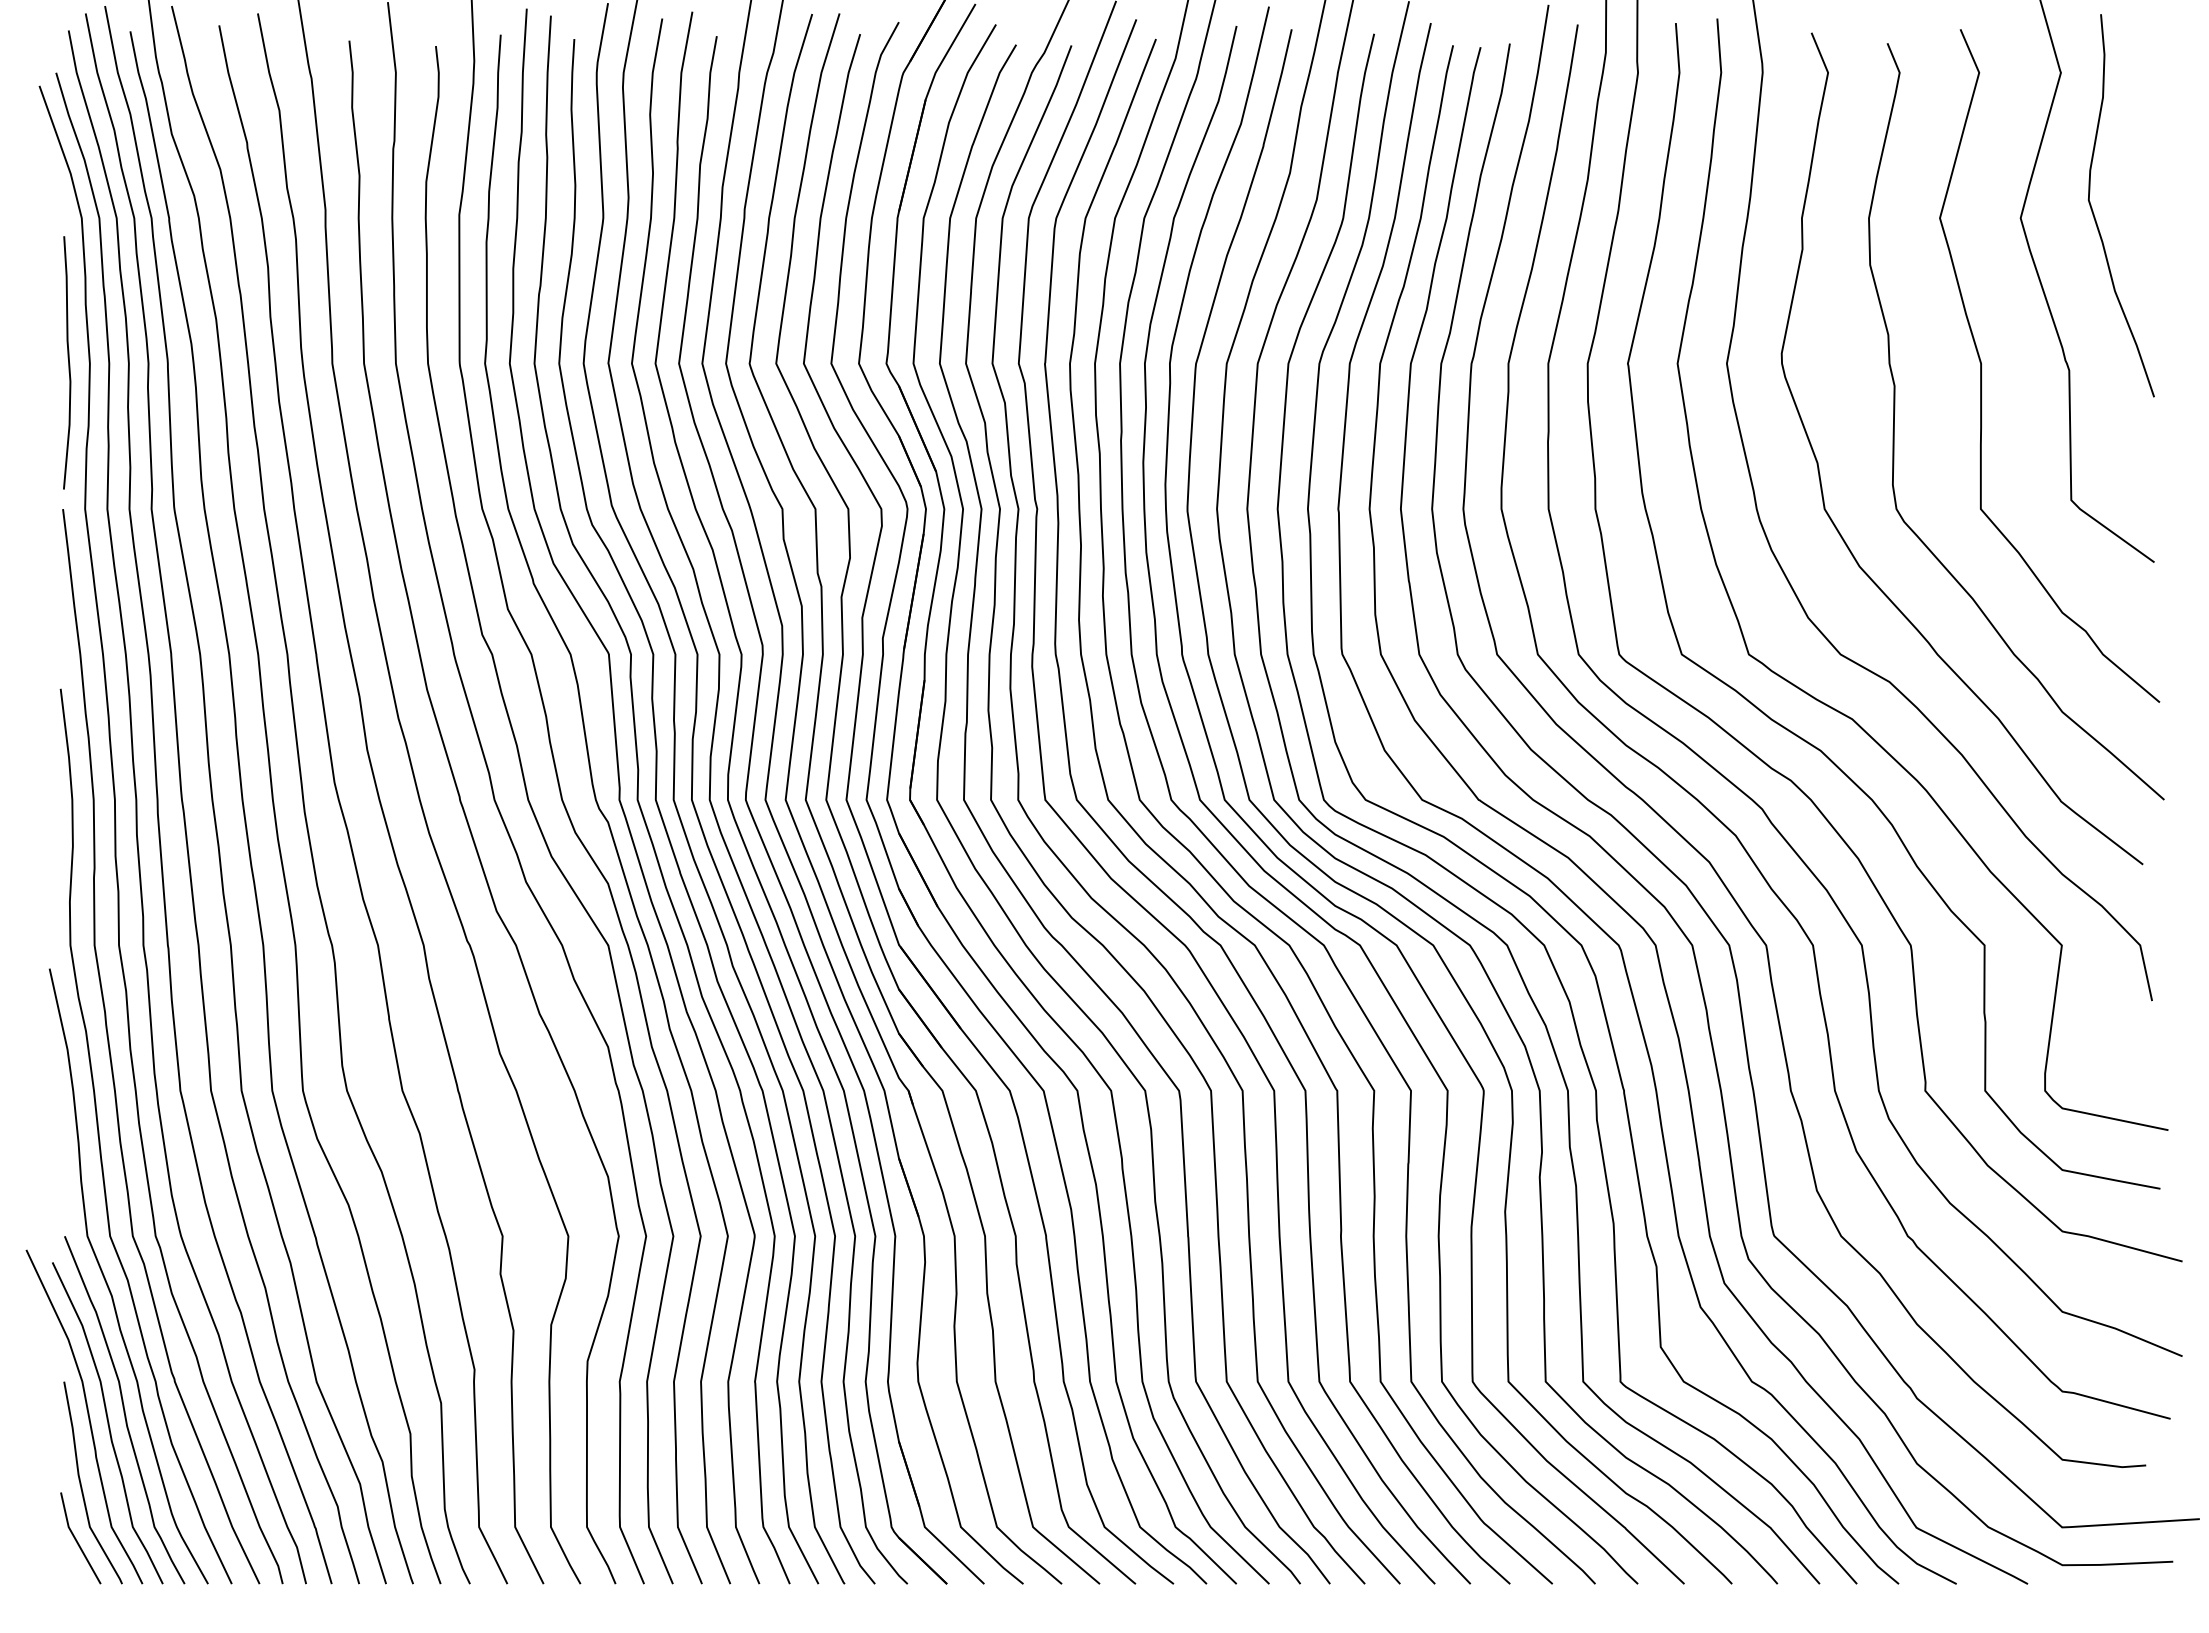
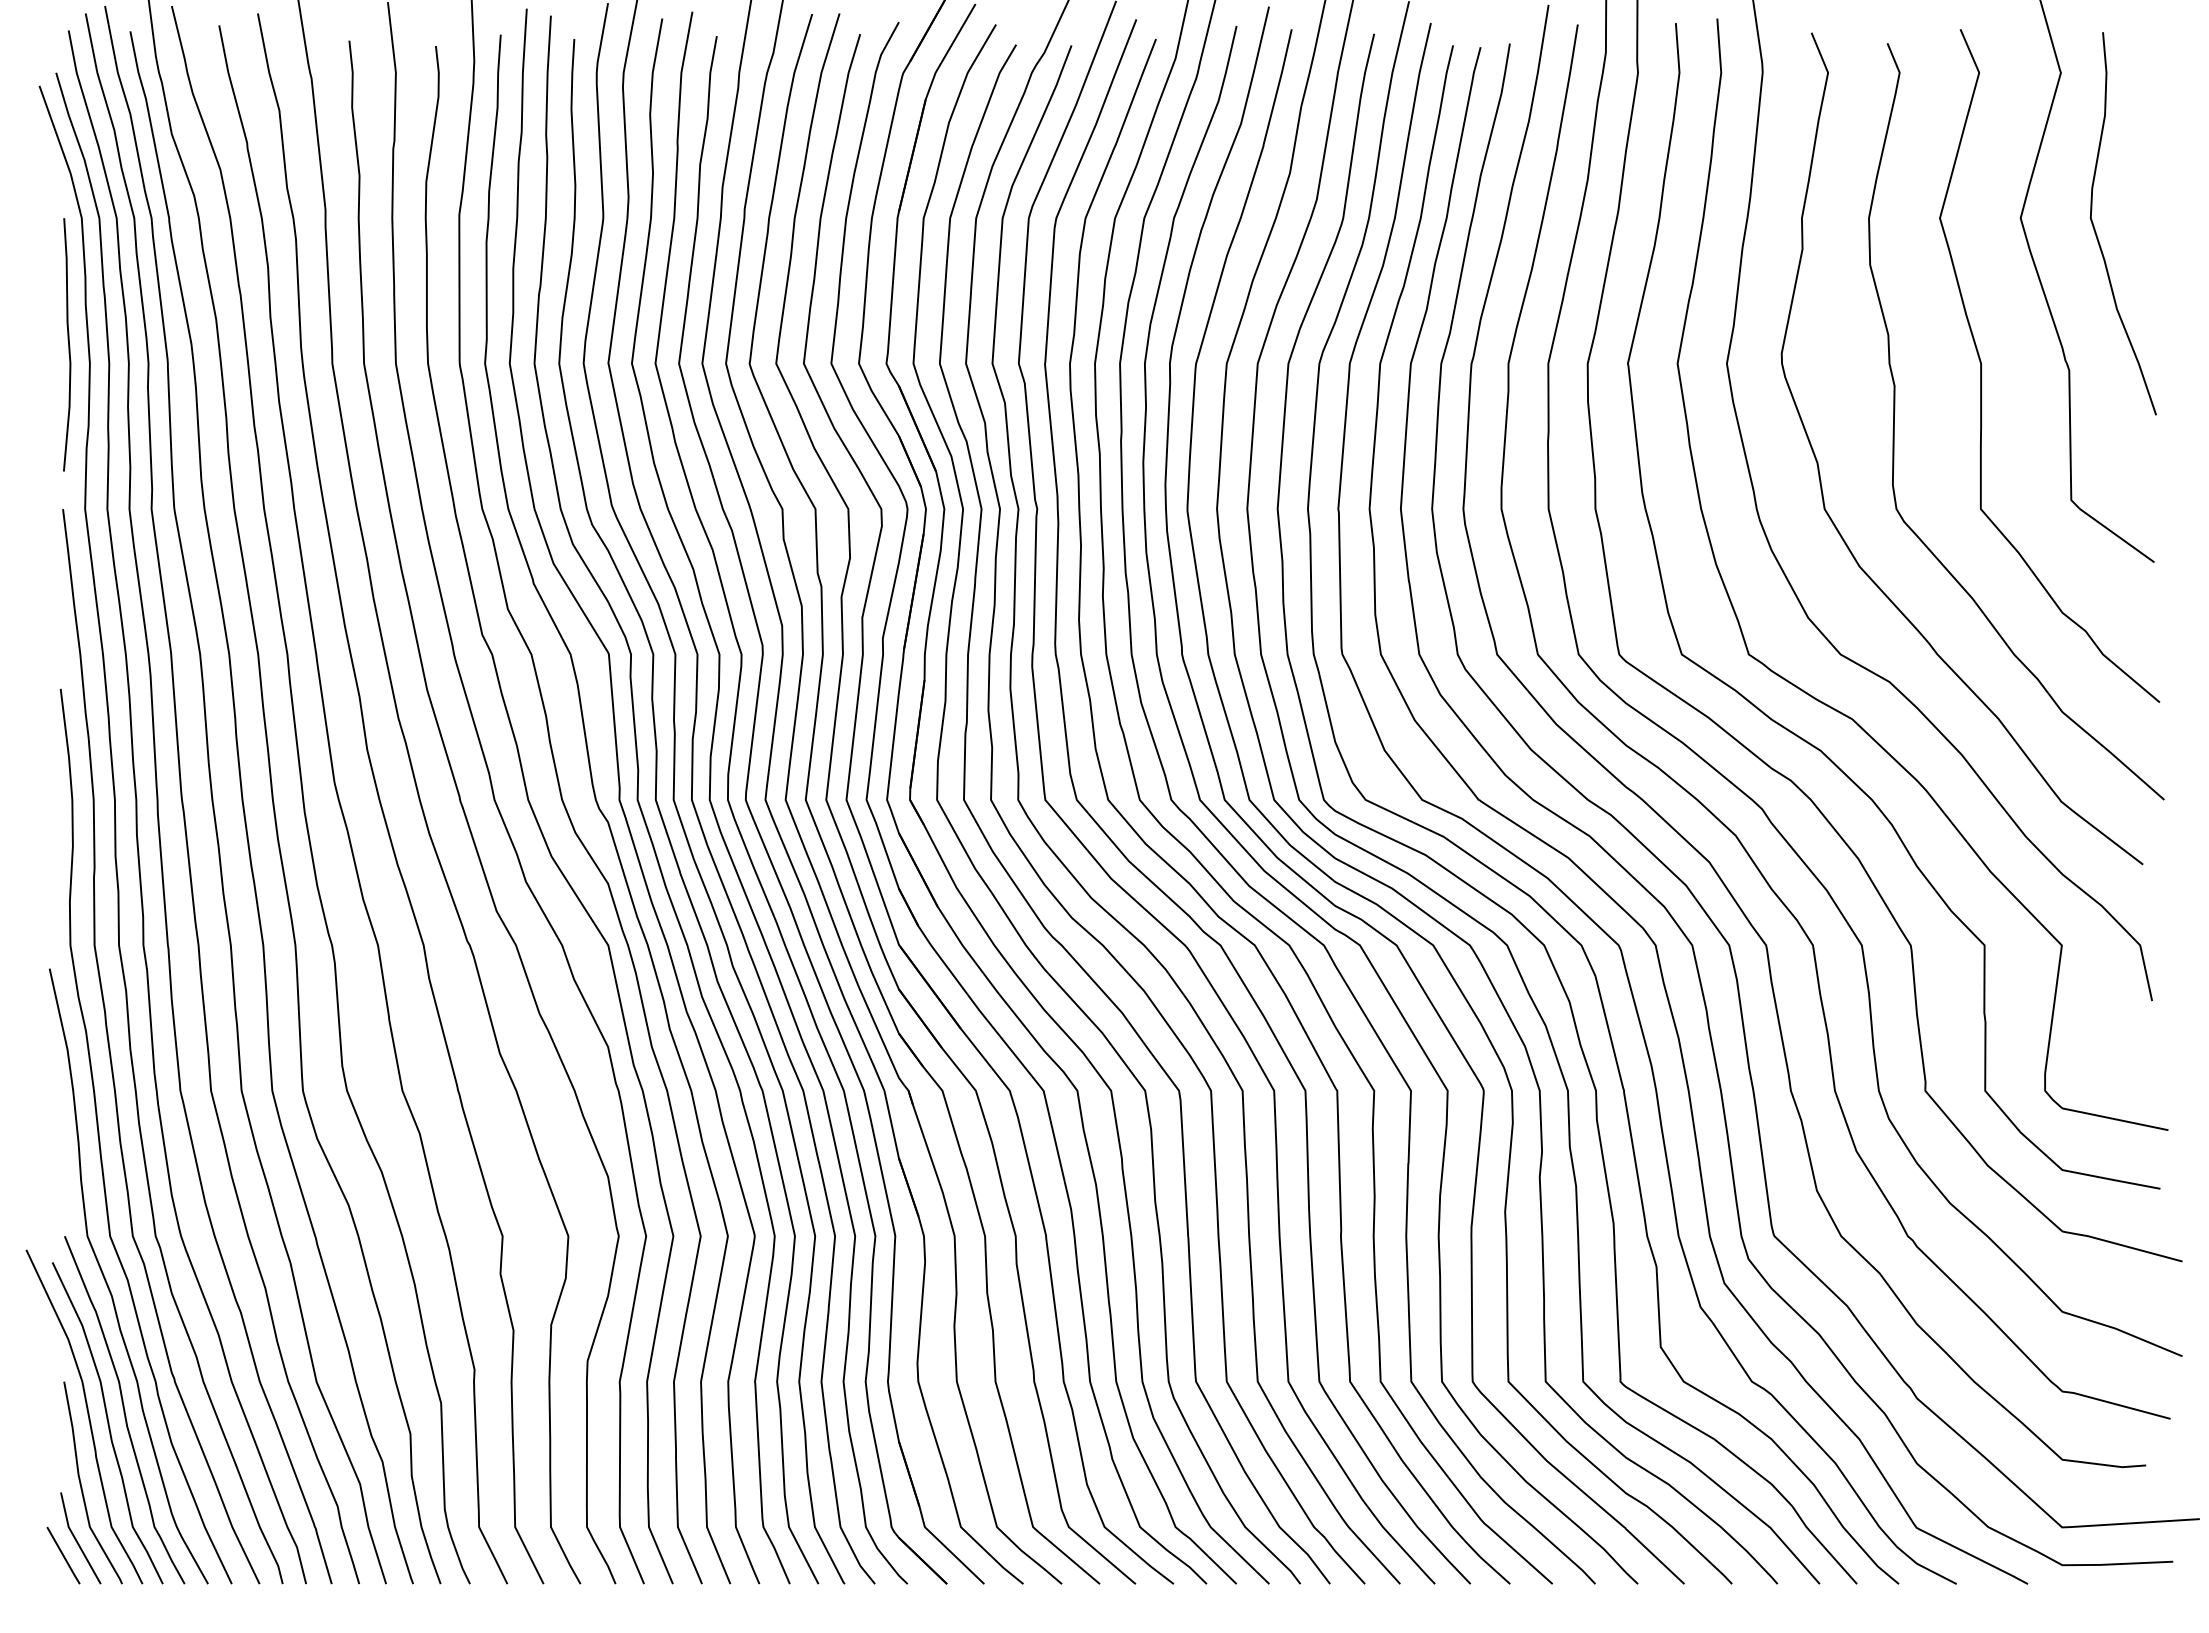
curve at (2094, 213) position: (2094, 213) -> (2096, 231)
curve at (68, 362) position: (68, 362) -> (68, 344)
line at (63, 1555): none -> present
